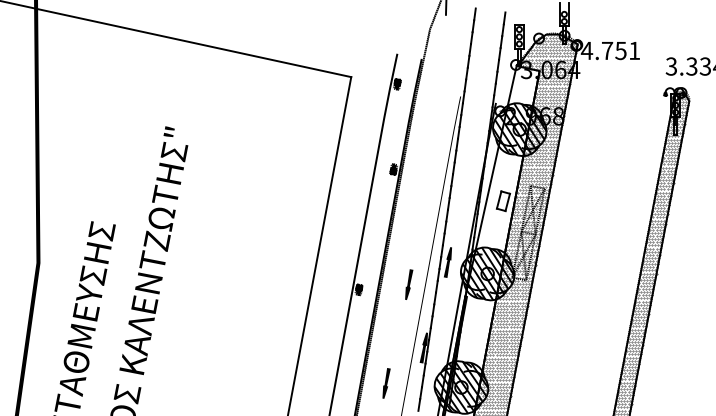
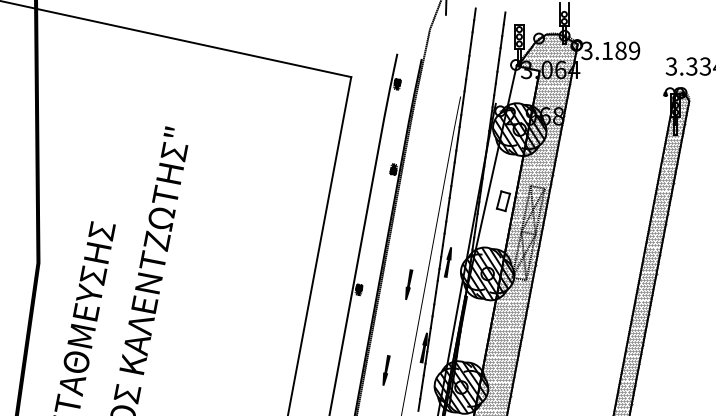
text at (610, 50): 4.751 -> 3.189
part at (386, 383) position: (386, 383) -> (386, 370)
